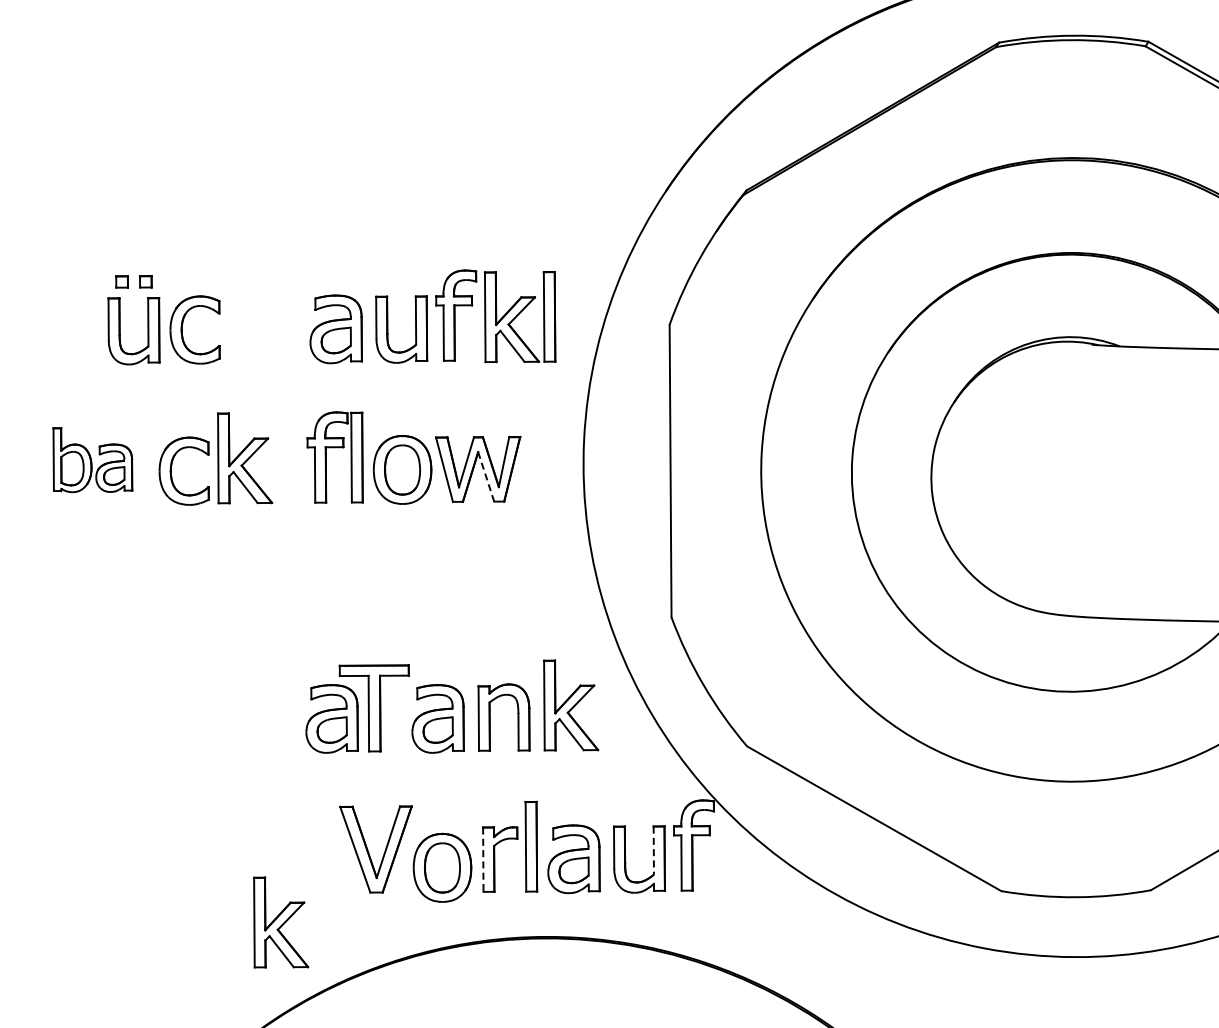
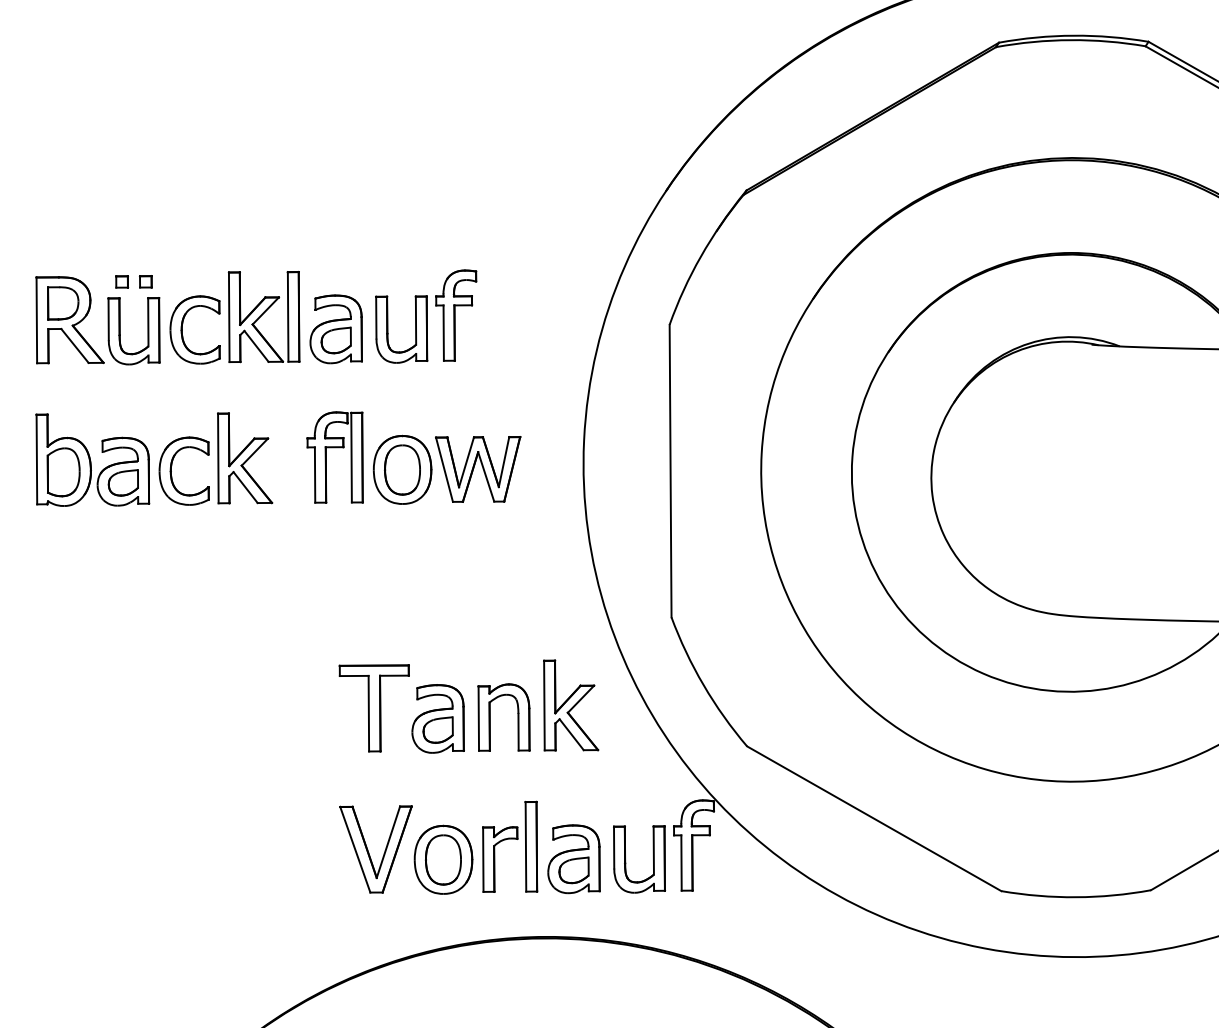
part at (519, 317) position: (519, 317) -> (263, 317)
part at (69, 320): none -> present
part at (92, 460) size: 82x67 px -> 116x94 px
line at (486, 477): dashed -> solid
part at (331, 718): present -> none
line at (653, 851): dashed -> solid
line at (483, 860): dashed -> solid
part at (442, 867) position: (442, 867) -> (443, 859)
part at (281, 922): present -> none
